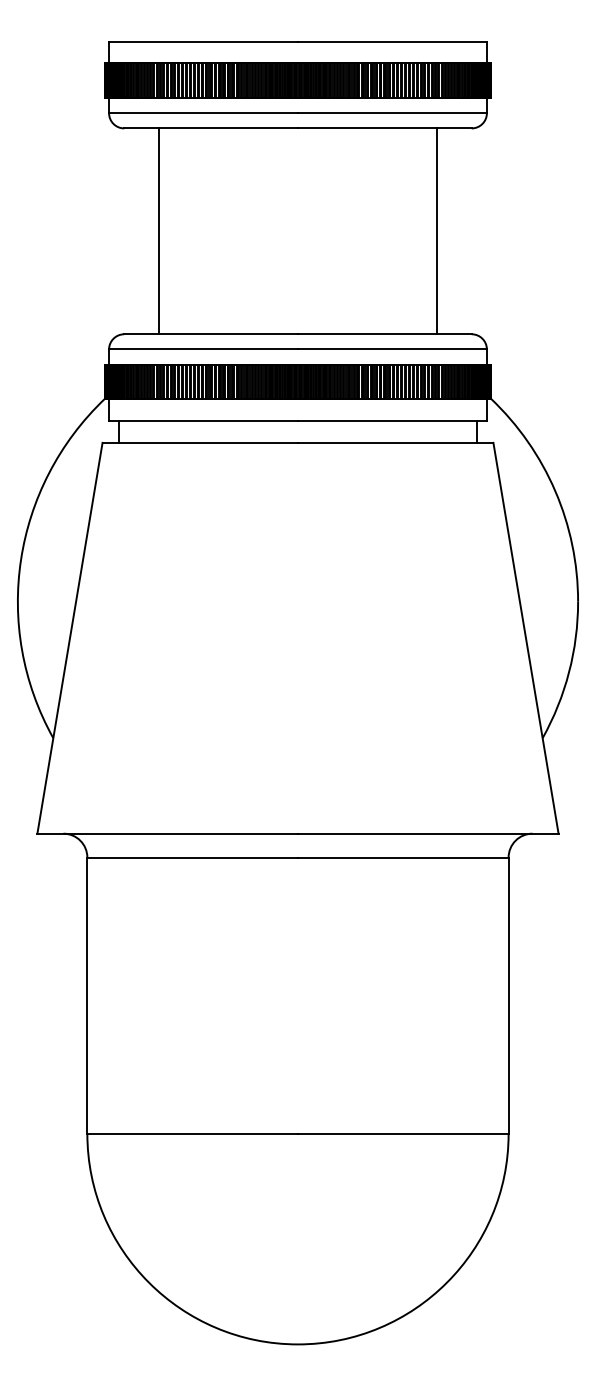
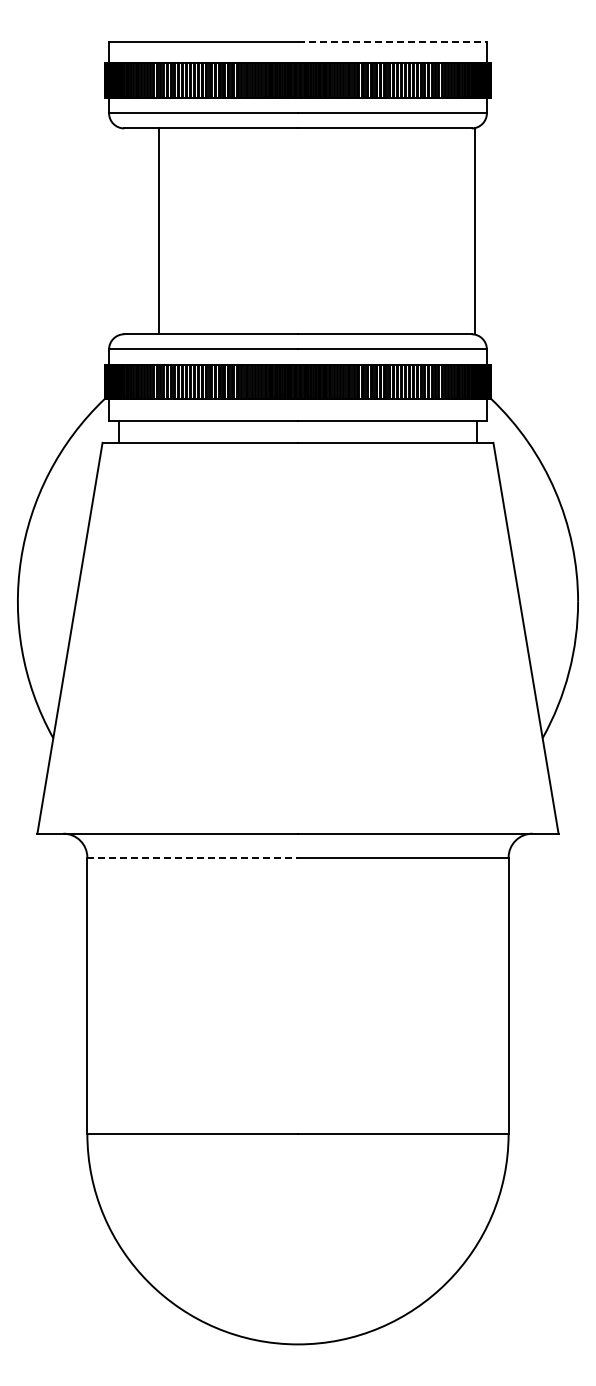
line at (392, 41): solid -> dashed
line at (436, 231) position: (436, 231) -> (474, 231)
line at (193, 857): solid -> dashed
